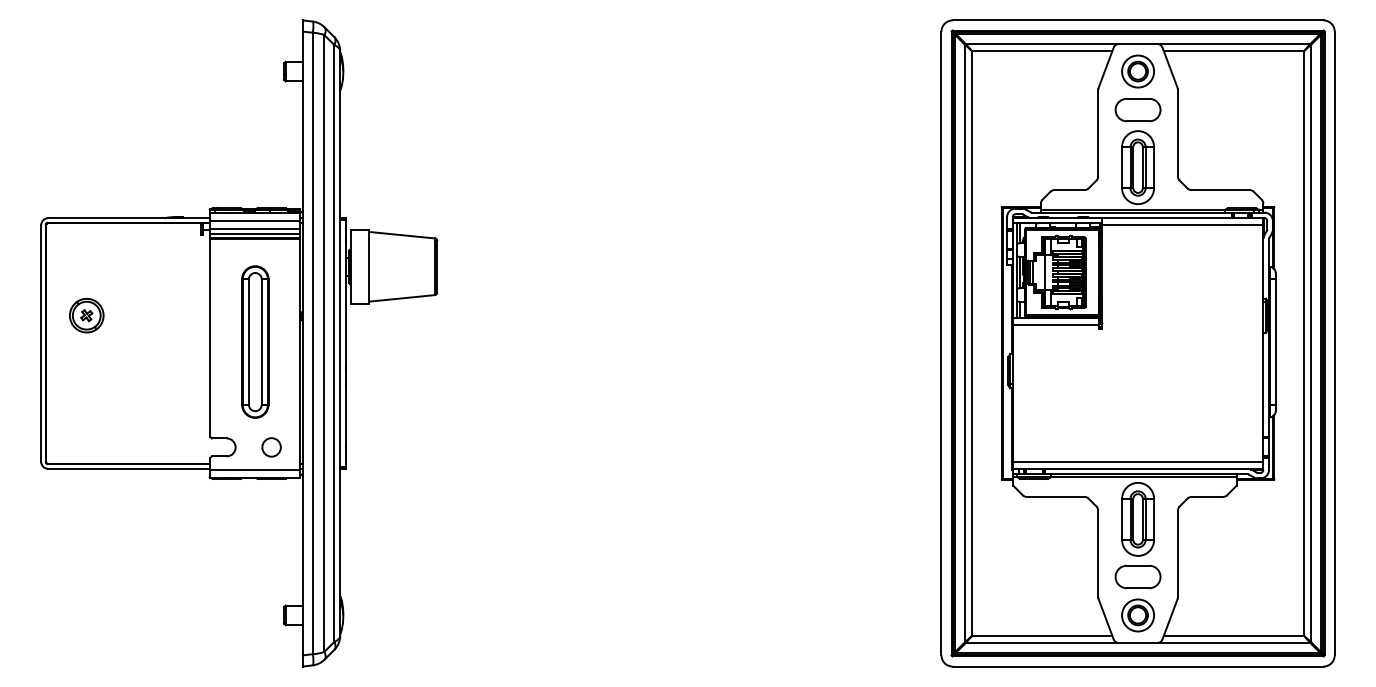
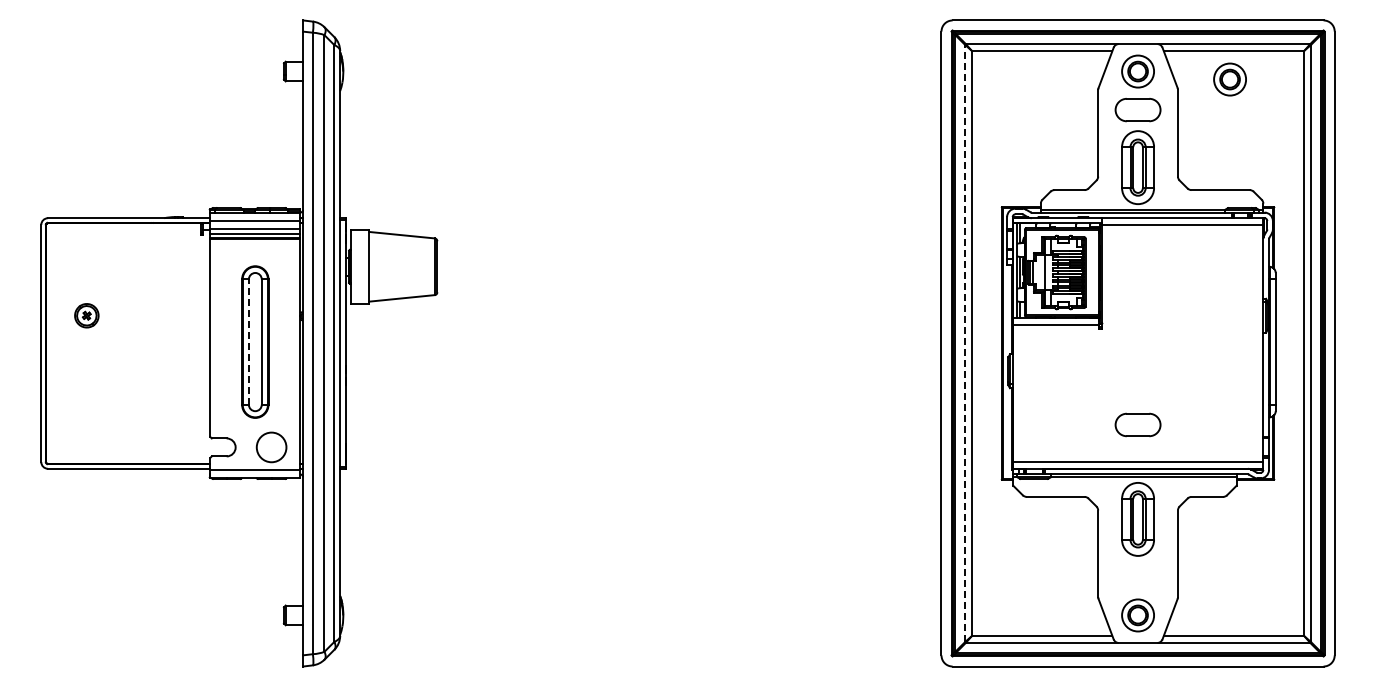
part at (1229, 79): none -> present
part at (86, 315) size: 36x36 px -> 26x26 px
line at (248, 342): solid -> dashed
line at (965, 343): solid -> dashed
circle at (271, 447) diameter: 19 px -> 30 px
part at (1137, 576) position: (1137, 576) -> (1137, 424)
